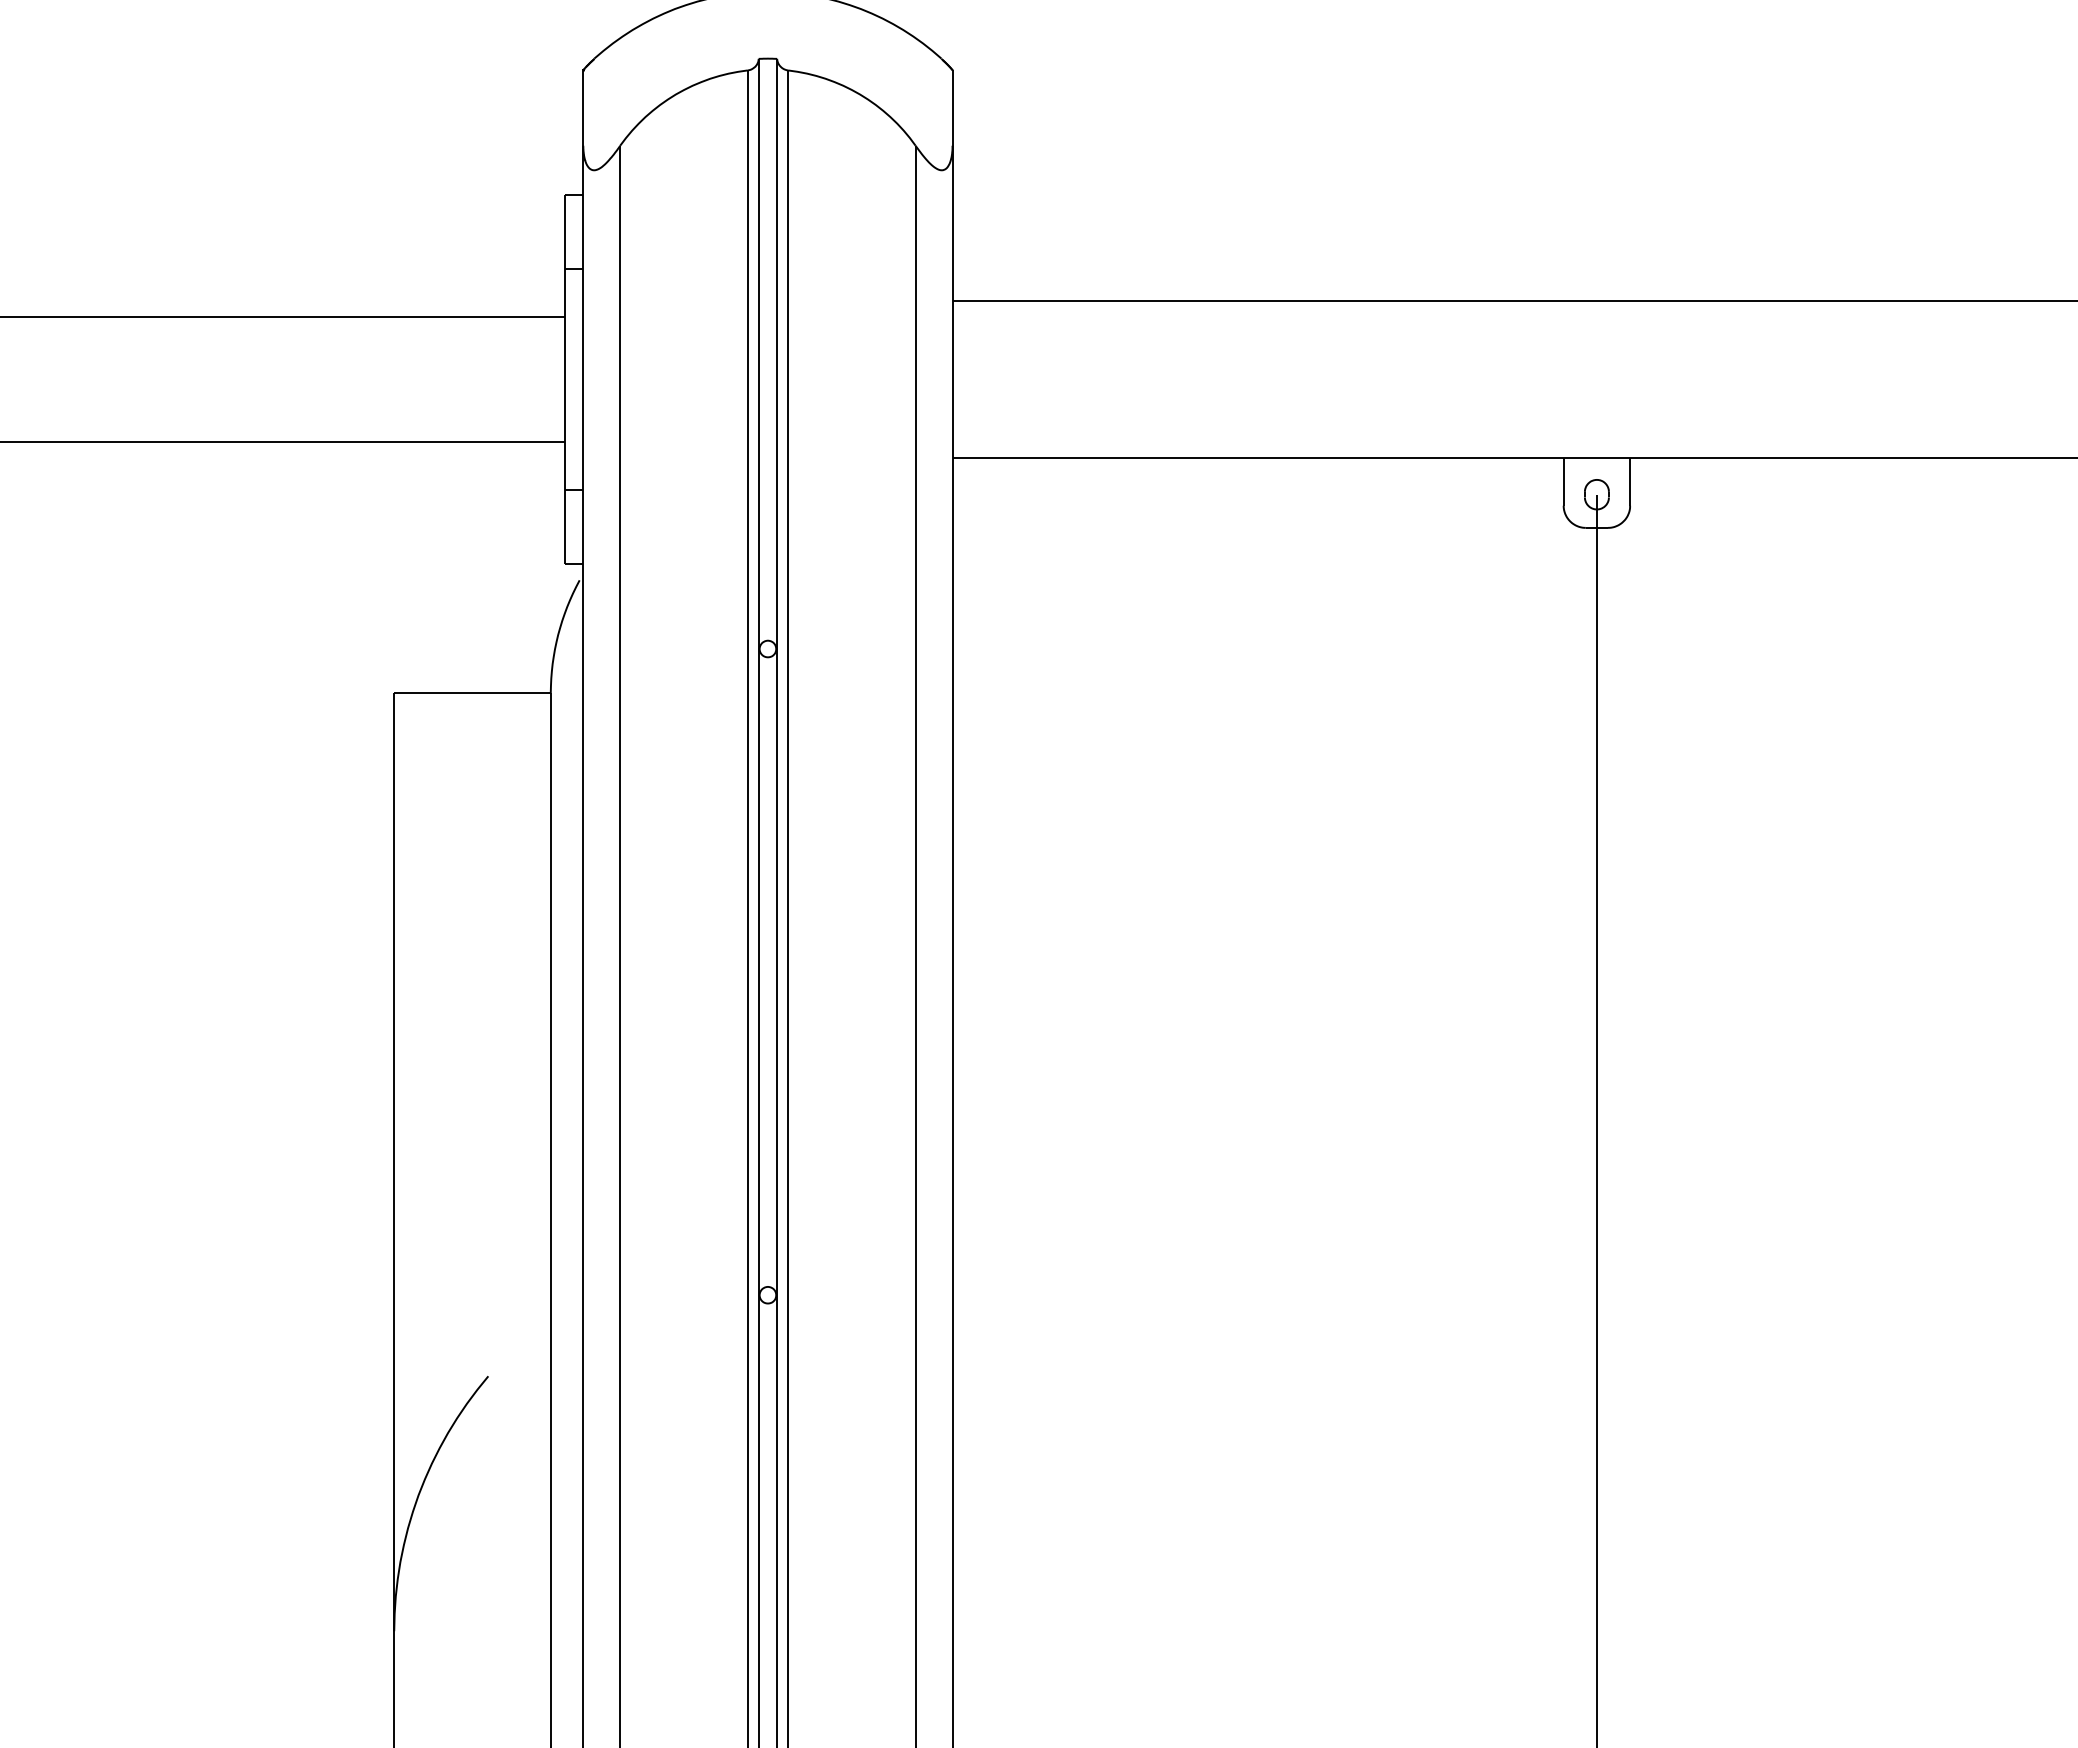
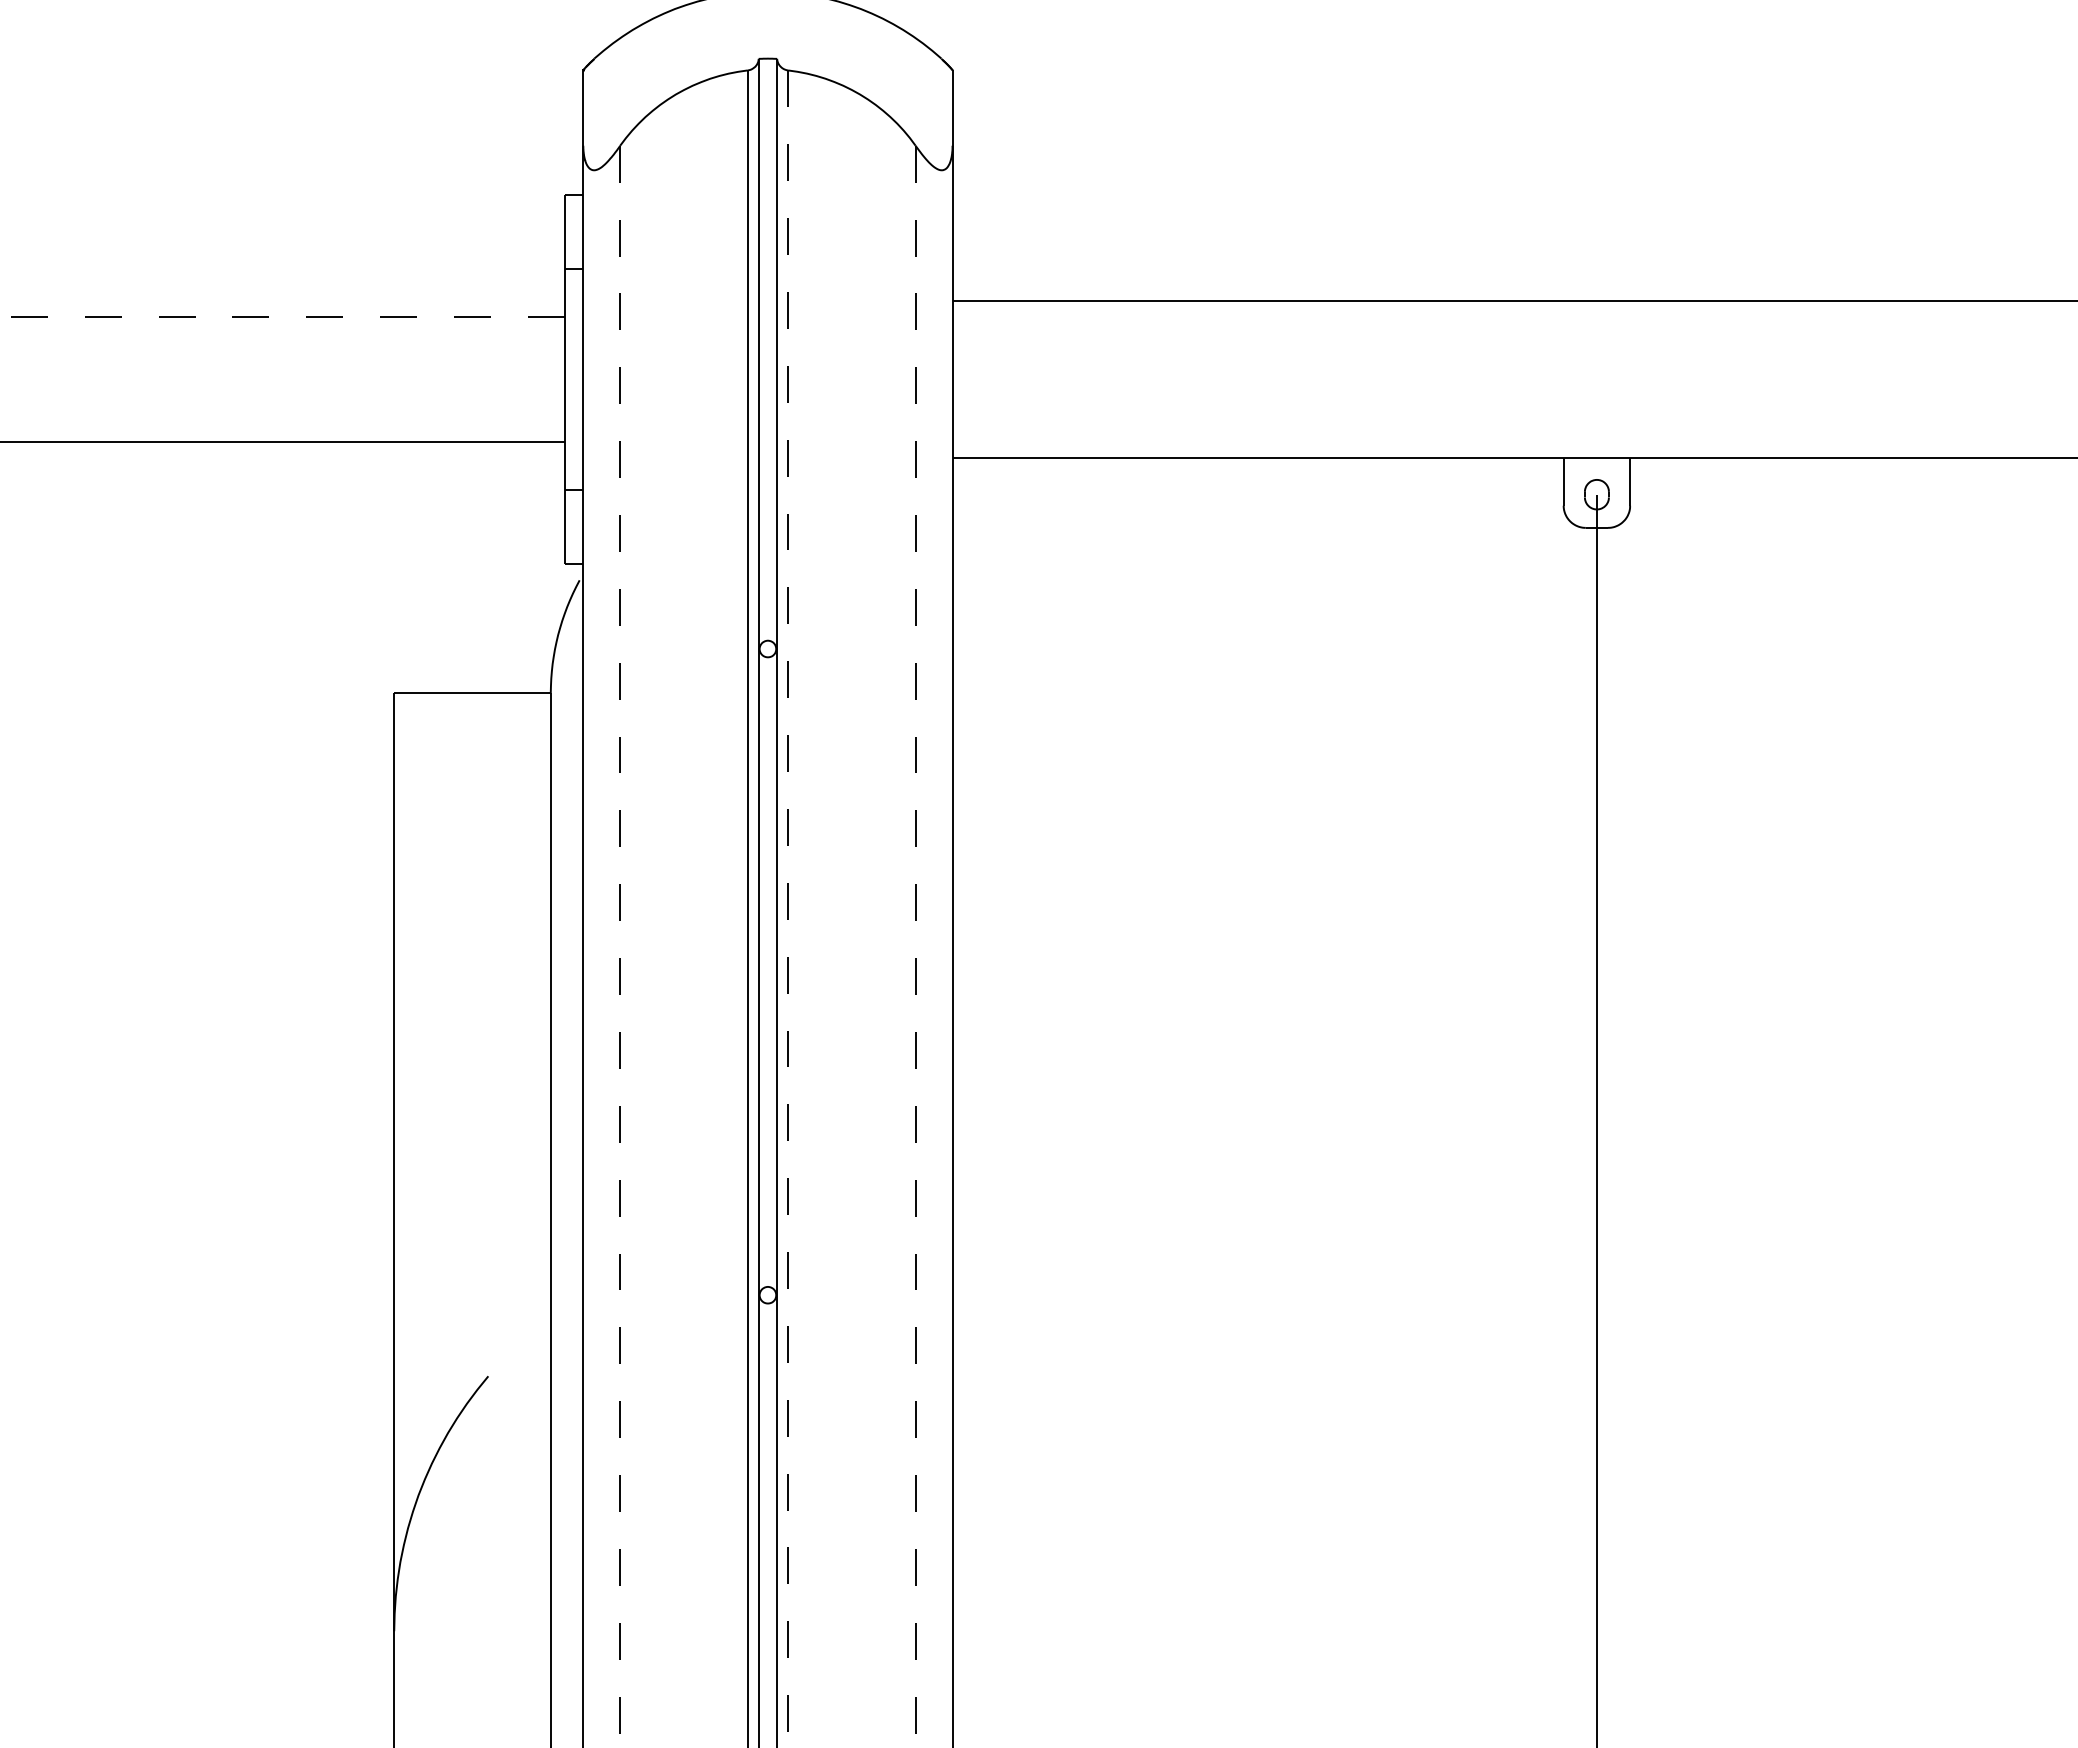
line at (282, 317): solid -> dashed
line at (788, 909): solid -> dashed
line at (620, 947): solid -> dashed
line at (915, 947): solid -> dashed
